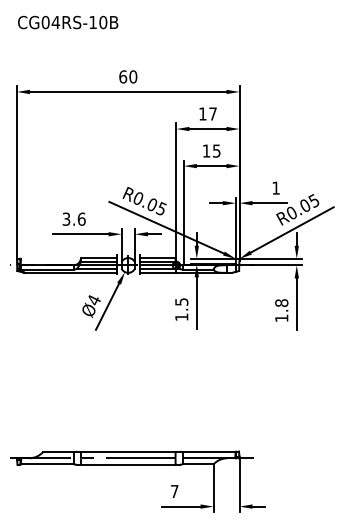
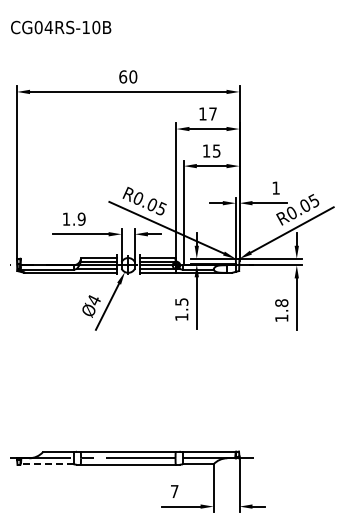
text at (68, 22) position: (68, 22) -> (61, 27)
text at (73, 218): 3.6 -> 1.9
line at (46, 464): solid -> dashed
